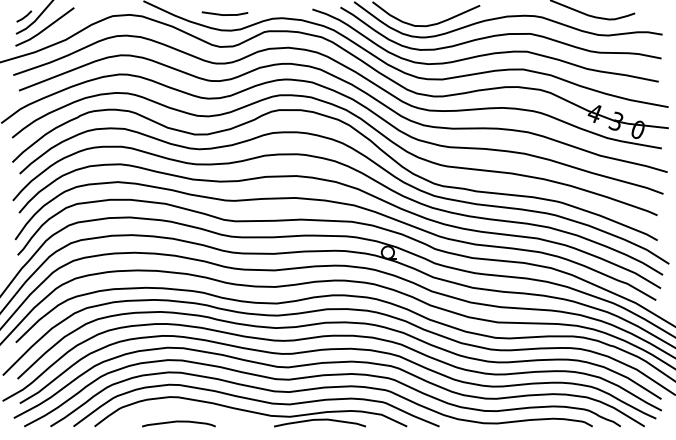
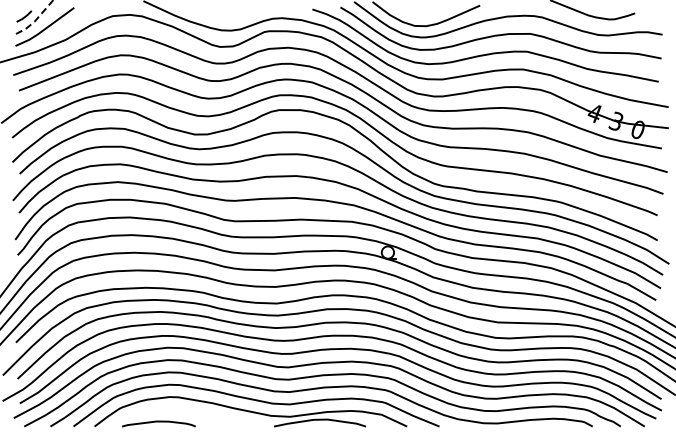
line at (224, 14): present -> none
line at (35, 20): solid -> dashed
curve at (178, 422) position: (178, 422) -> (158, 422)
